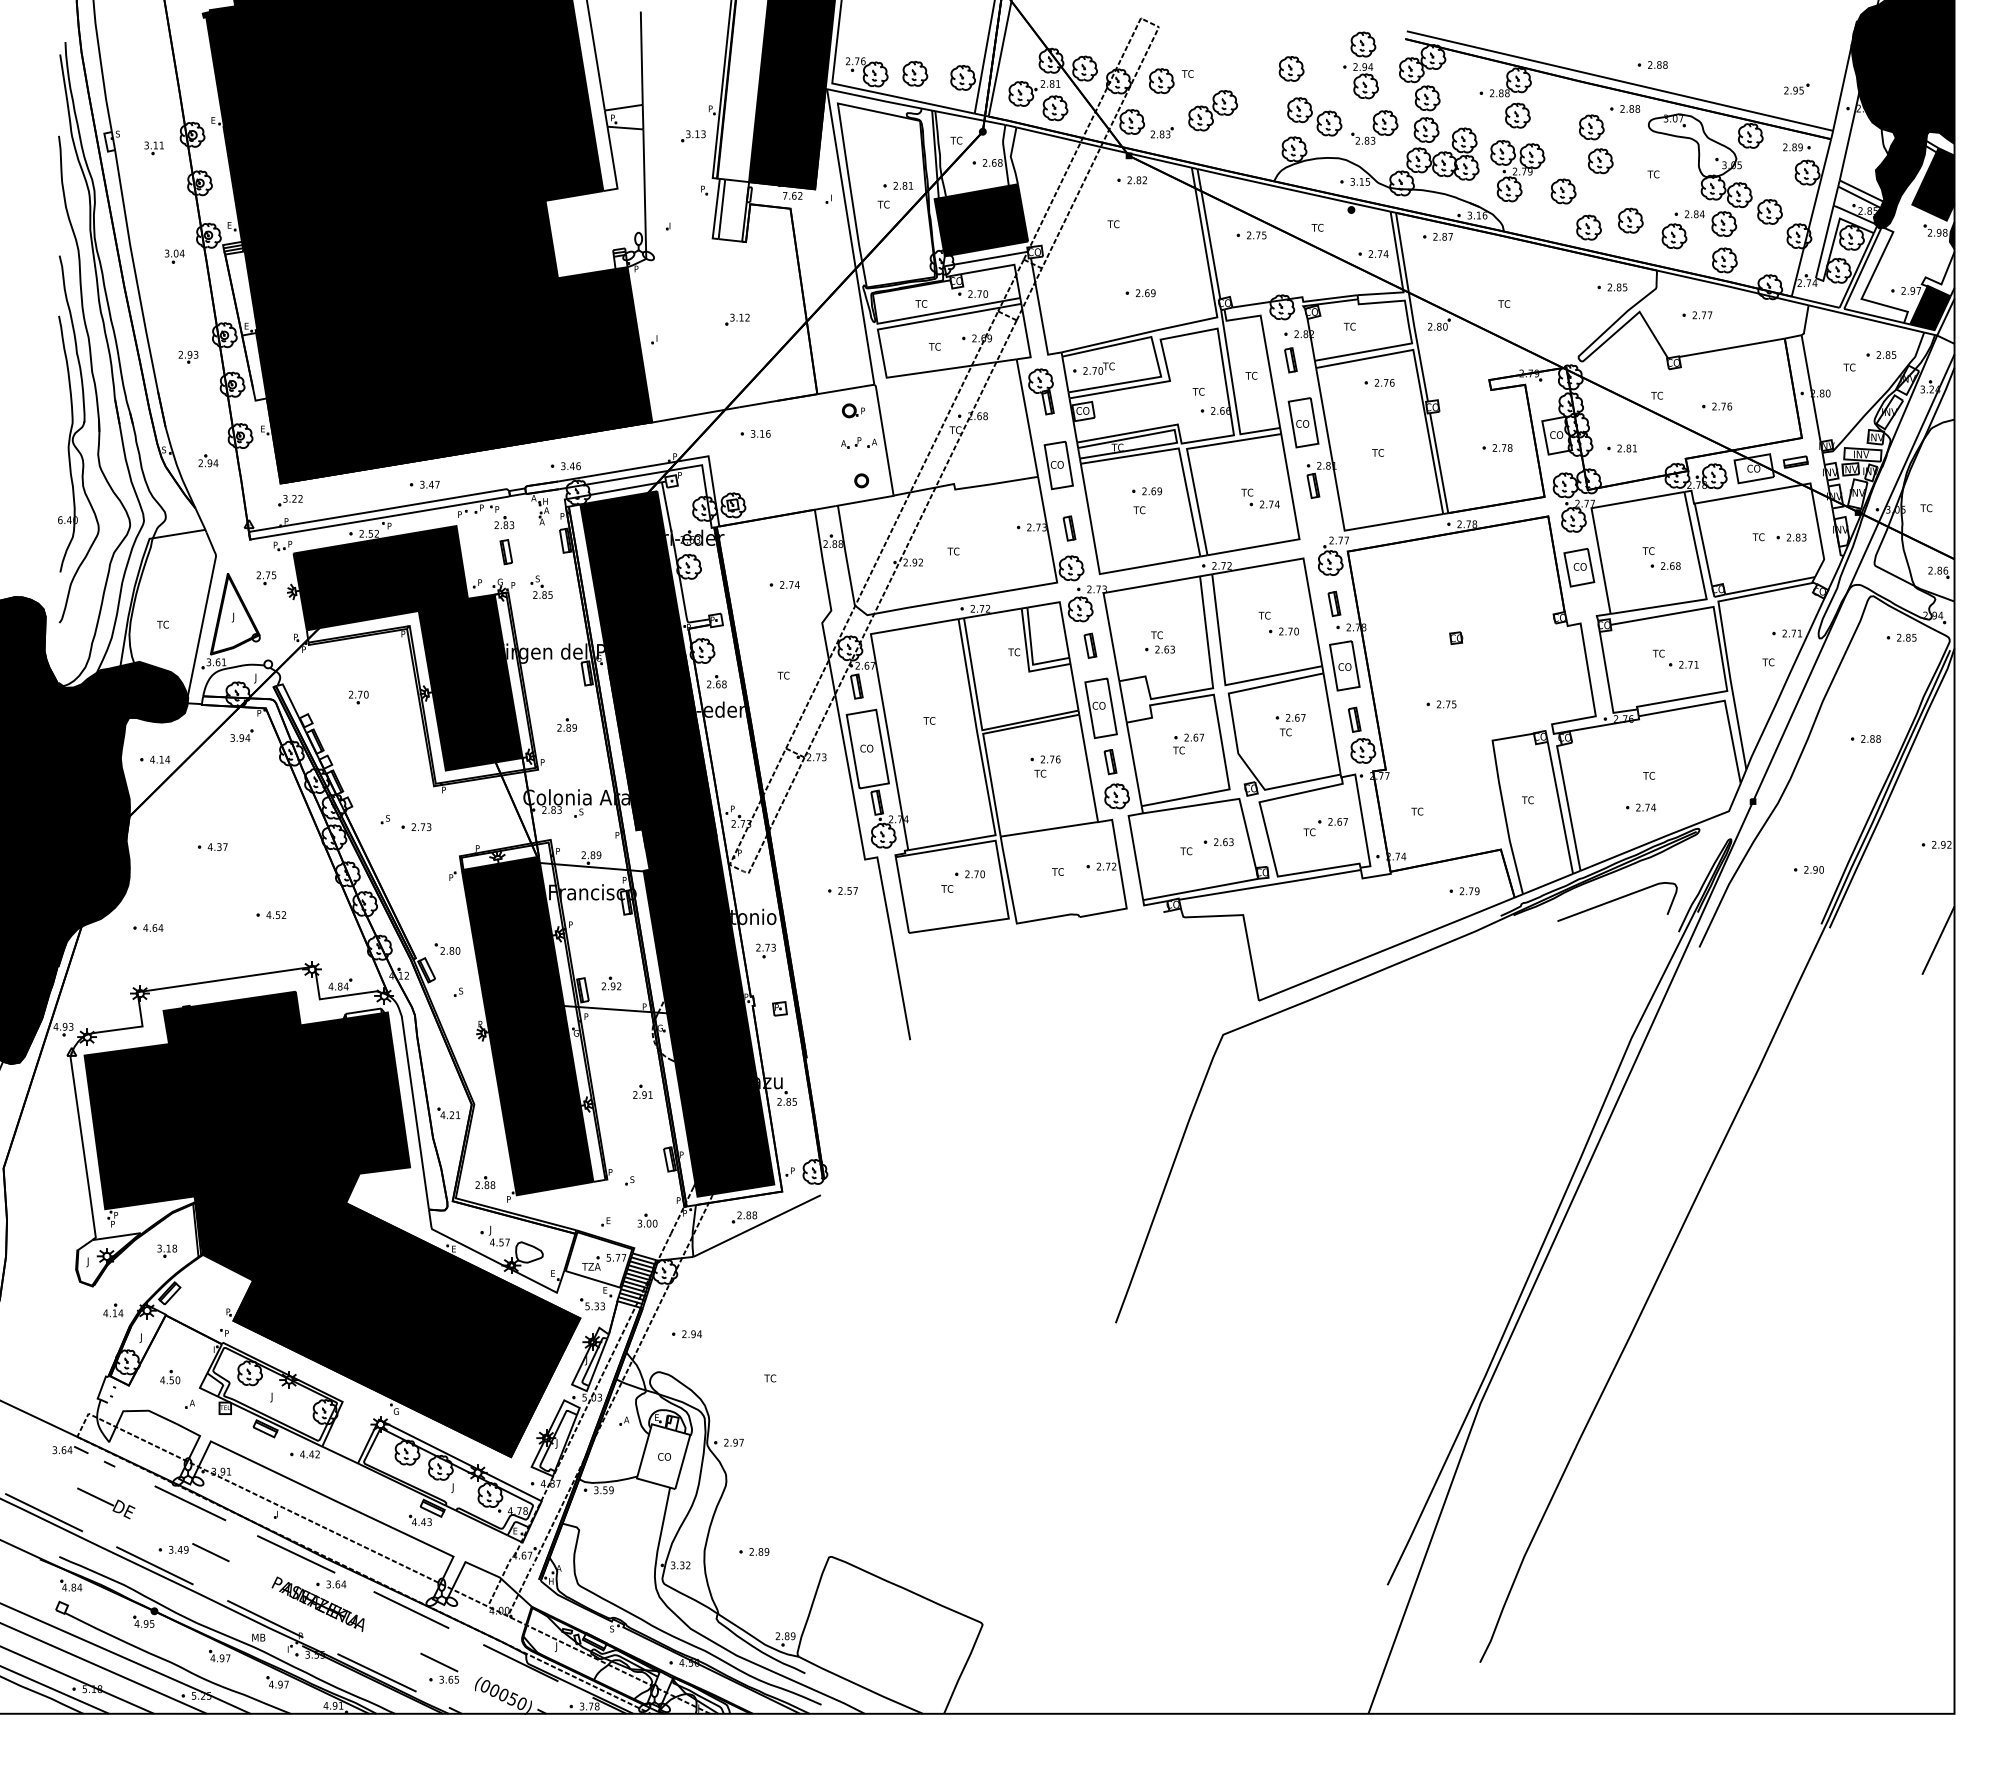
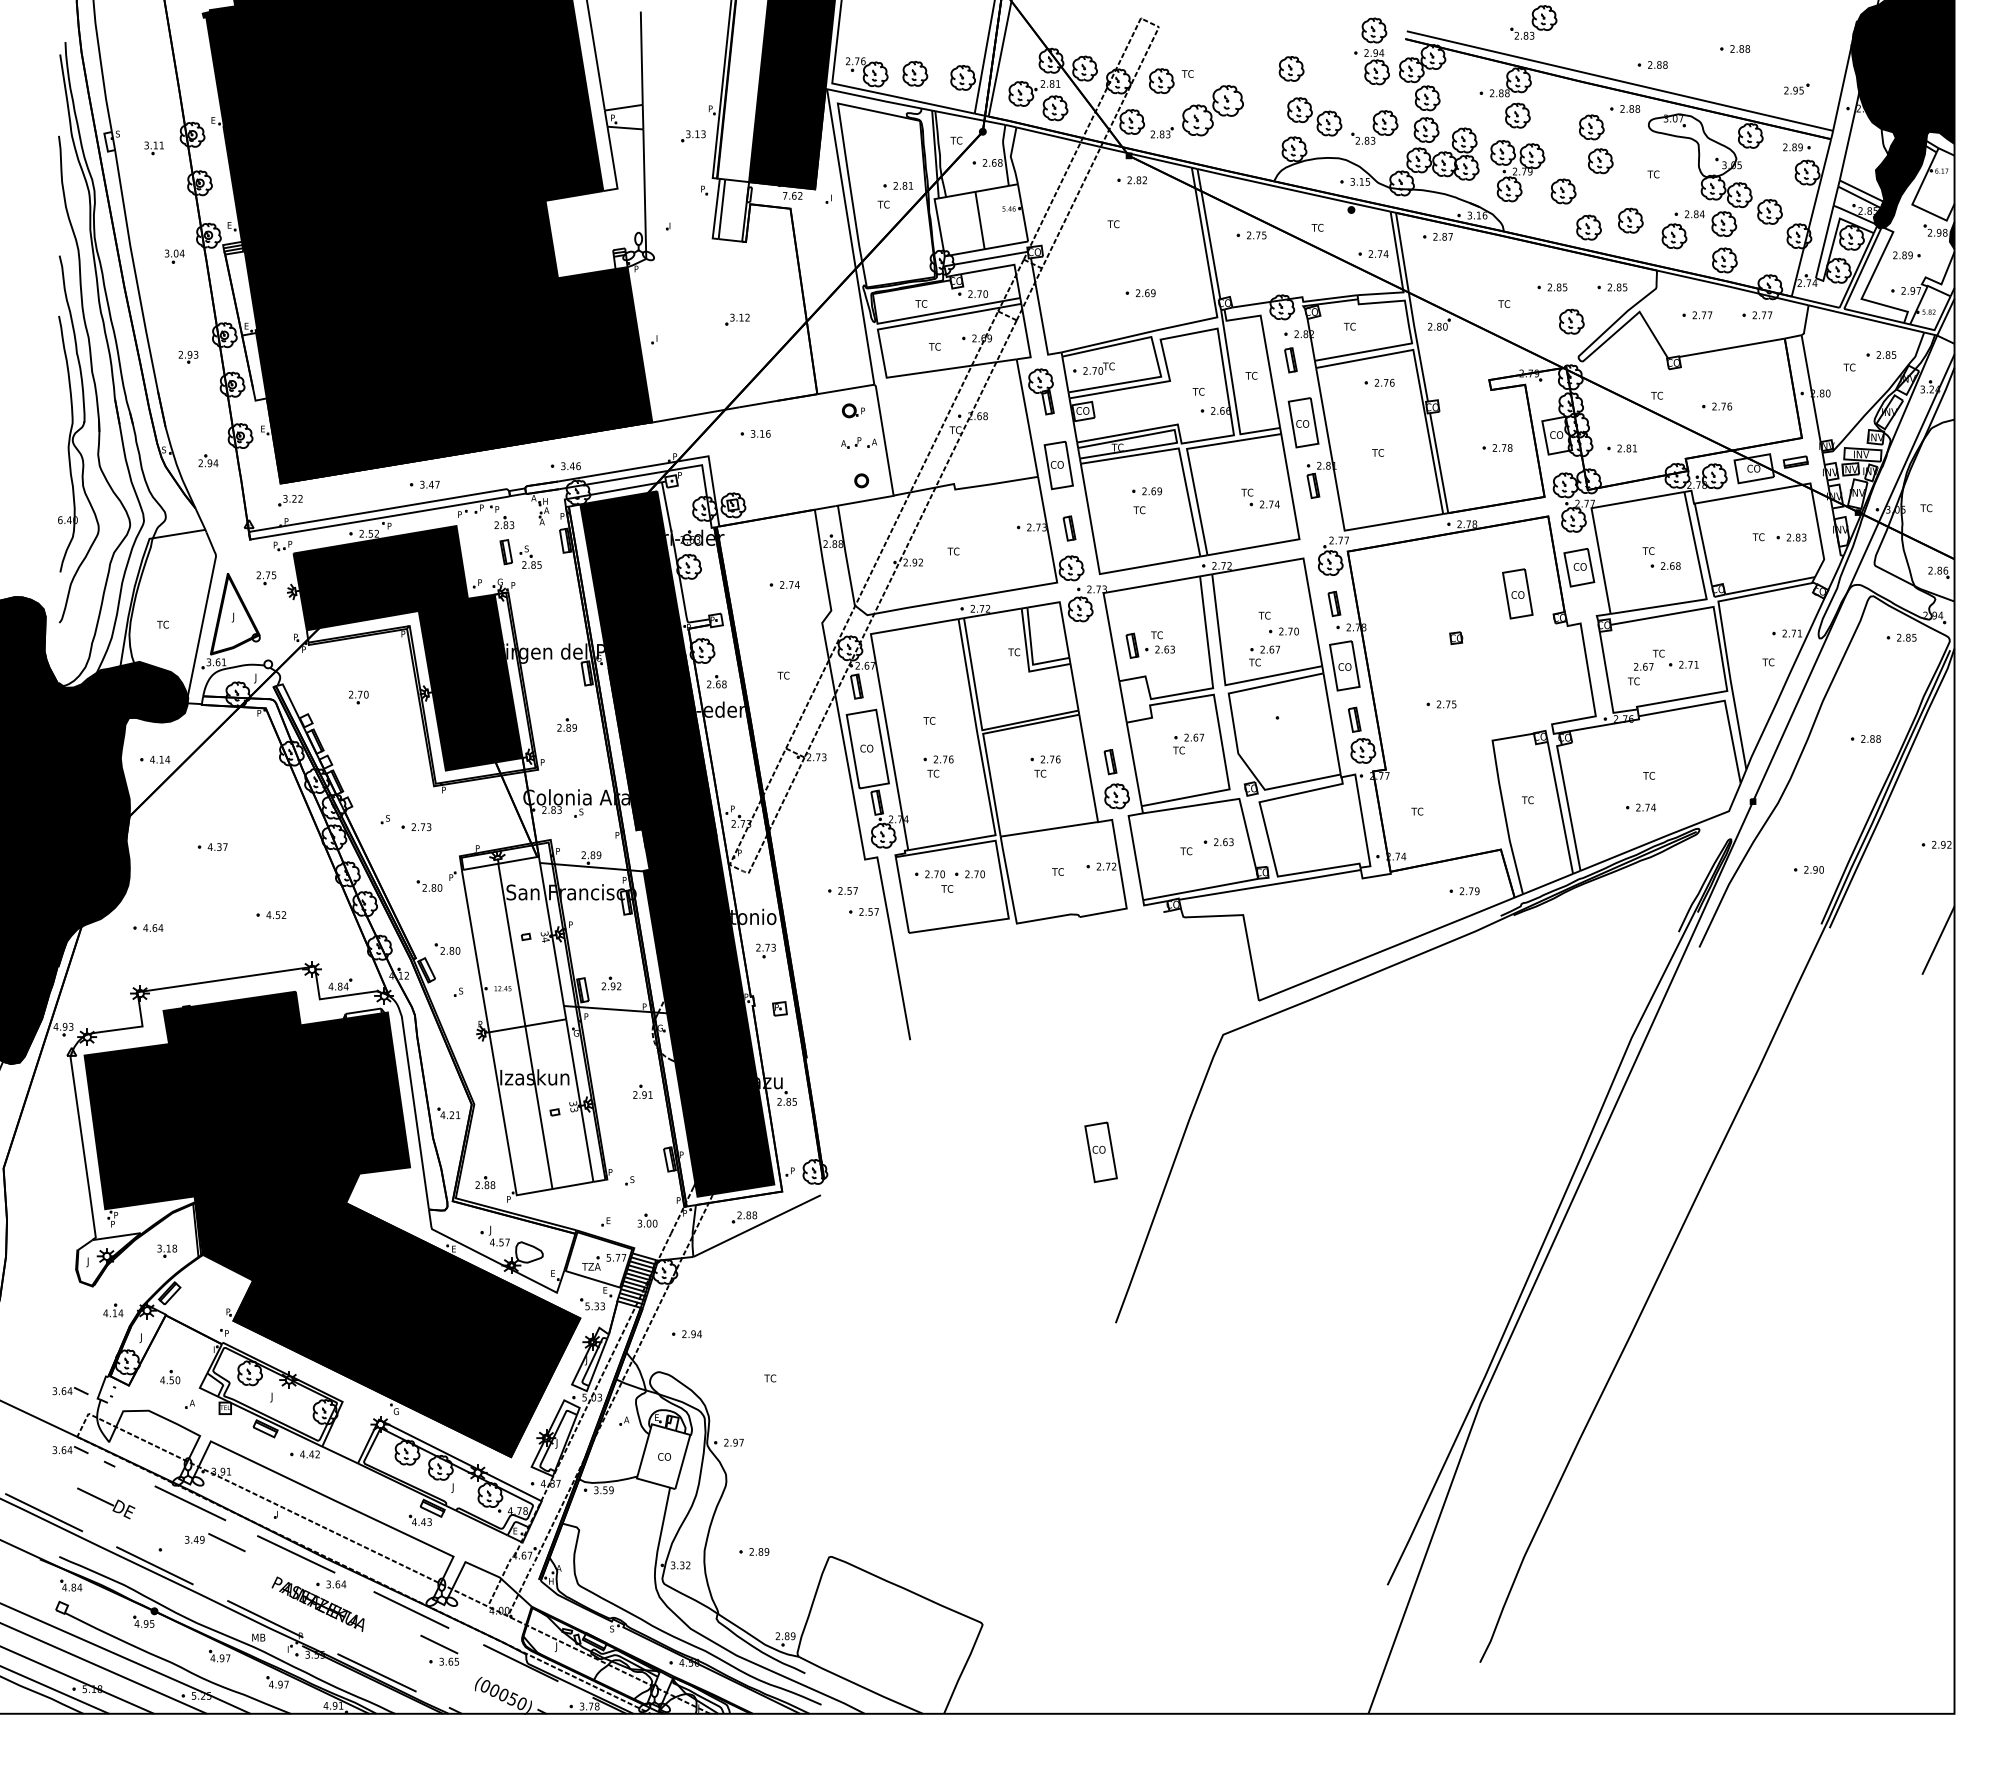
part at (1533, 22): none -> present
part at (1735, 48): none -> present
part at (1360, 65) position: (1360, 65) -> (1371, 51)
part at (1213, 110) size: 51x42 px -> 62x52 px
fill at (1933, 184): present -> none
fill at (981, 220): present -> none
part at (1906, 255): none -> present
part at (1552, 287): none -> present
fill at (1930, 307): present -> none
part at (1757, 315): none -> present
part at (1571, 321): none -> present
part at (541, 586) position: (541, 586) -> (530, 556)
part at (1517, 593): none -> present
part at (1090, 645) position: (1090, 645) -> (1132, 645)
part at (1264, 655): none -> present
part at (1100, 708) position: (1100, 708) -> (1100, 1152)
text at (1292, 725) position: (1292, 725) -> (1640, 674)
part at (241, 735): present -> none
part at (938, 766): none -> present
part at (1325, 827): present -> none
part at (929, 874): none -> present
part at (429, 885): none -> present
curve at (1616, 900): present -> none
part at (863, 911): none -> present
fill at (527, 1025): present -> none
part at (70, 1391): none -> present
part at (199, 1552) position: (199, 1552) -> (215, 1542)
part at (439, 1667) position: (439, 1667) -> (439, 1649)
